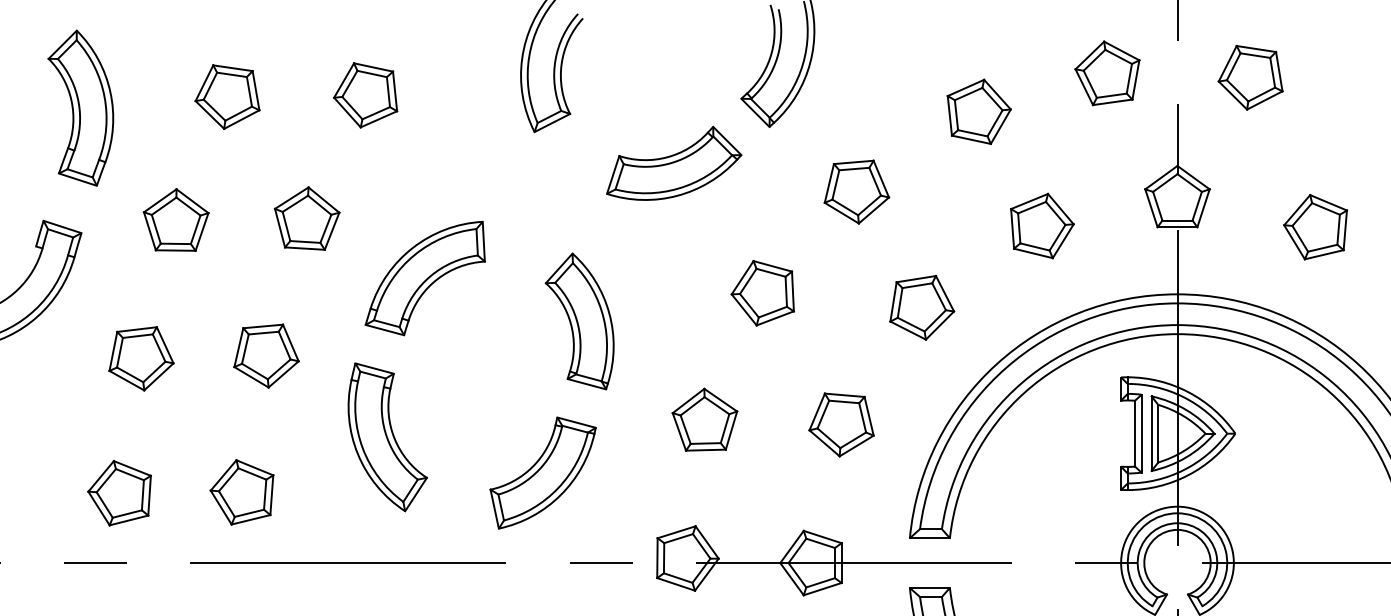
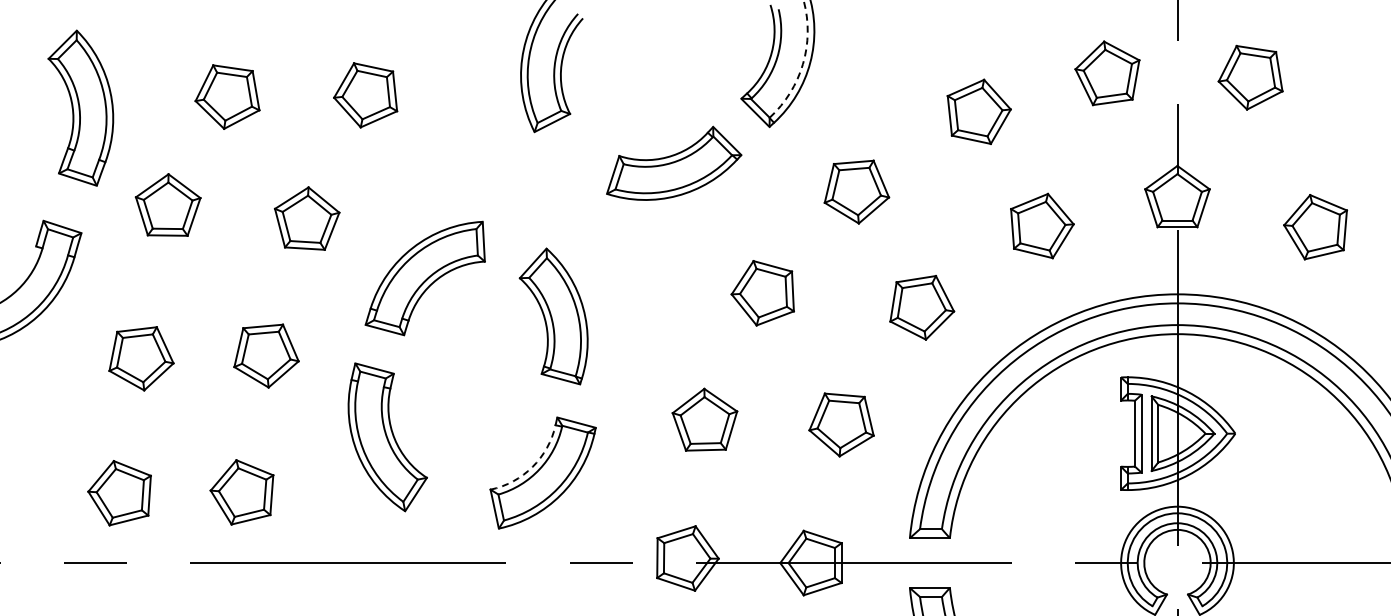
arc at (802, 64): solid -> dashed
part at (175, 219) position: (175, 219) -> (167, 204)
part at (579, 321) position: (579, 321) -> (553, 316)
arc at (532, 467): solid -> dashed
